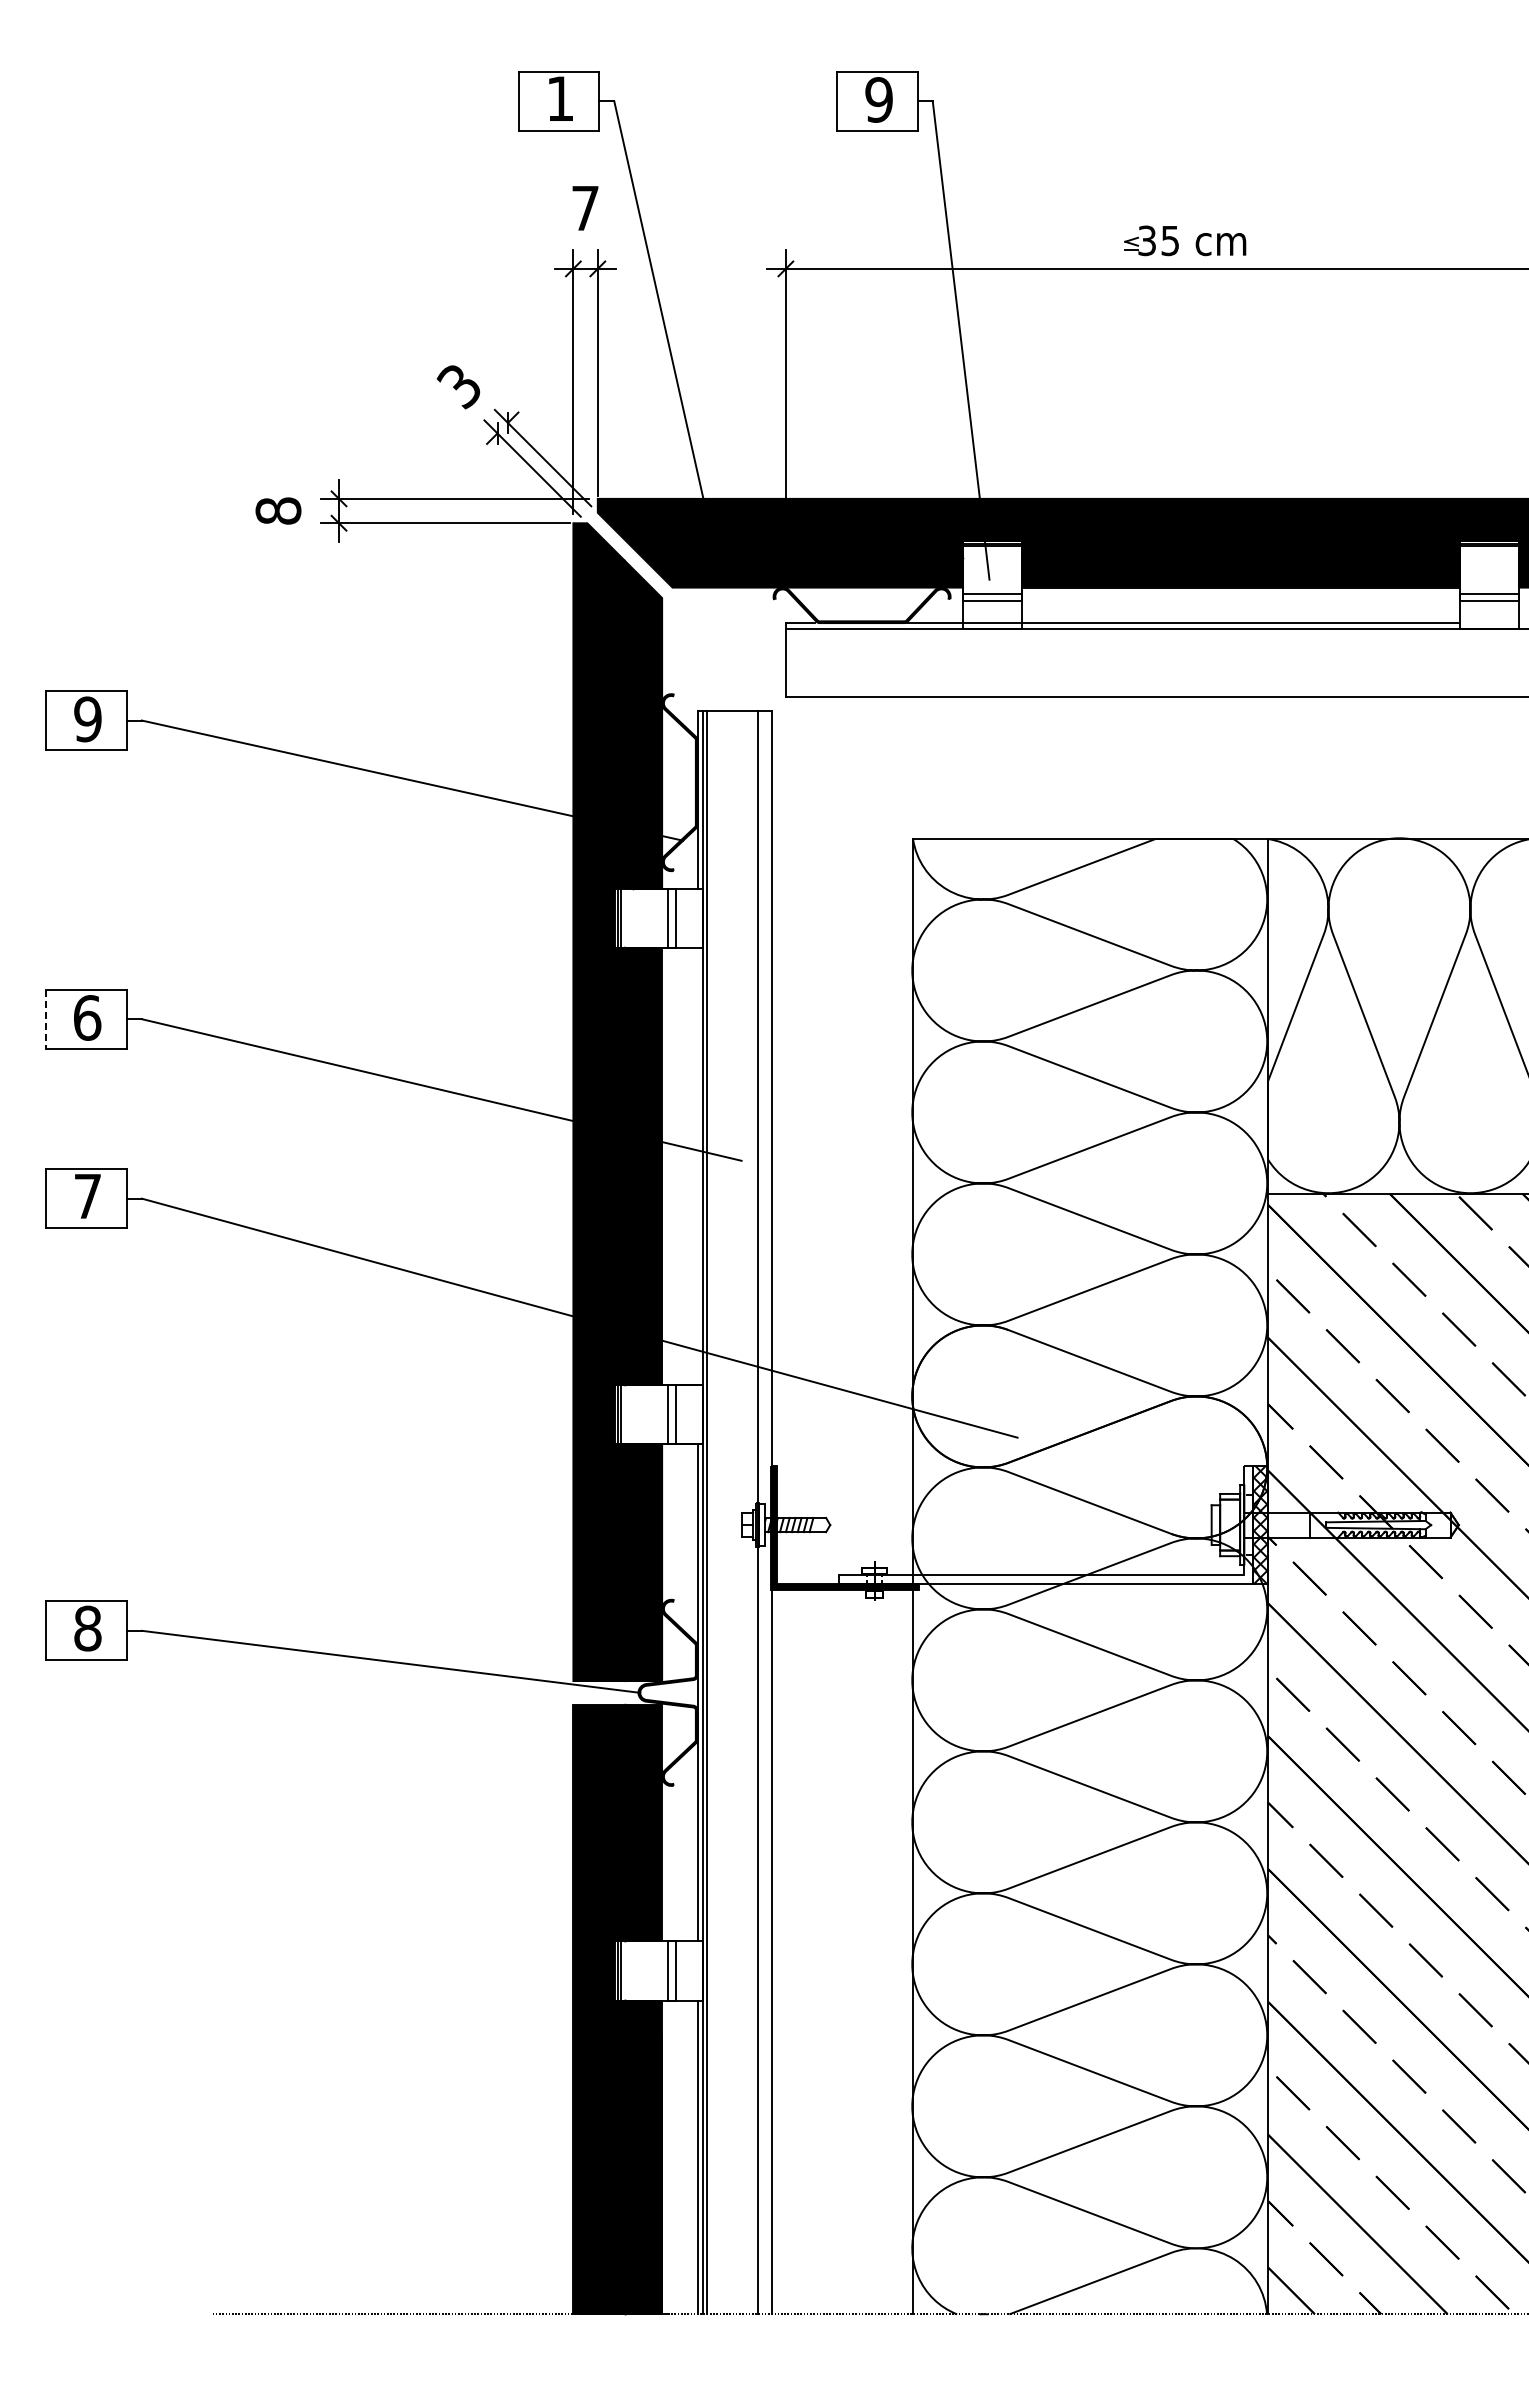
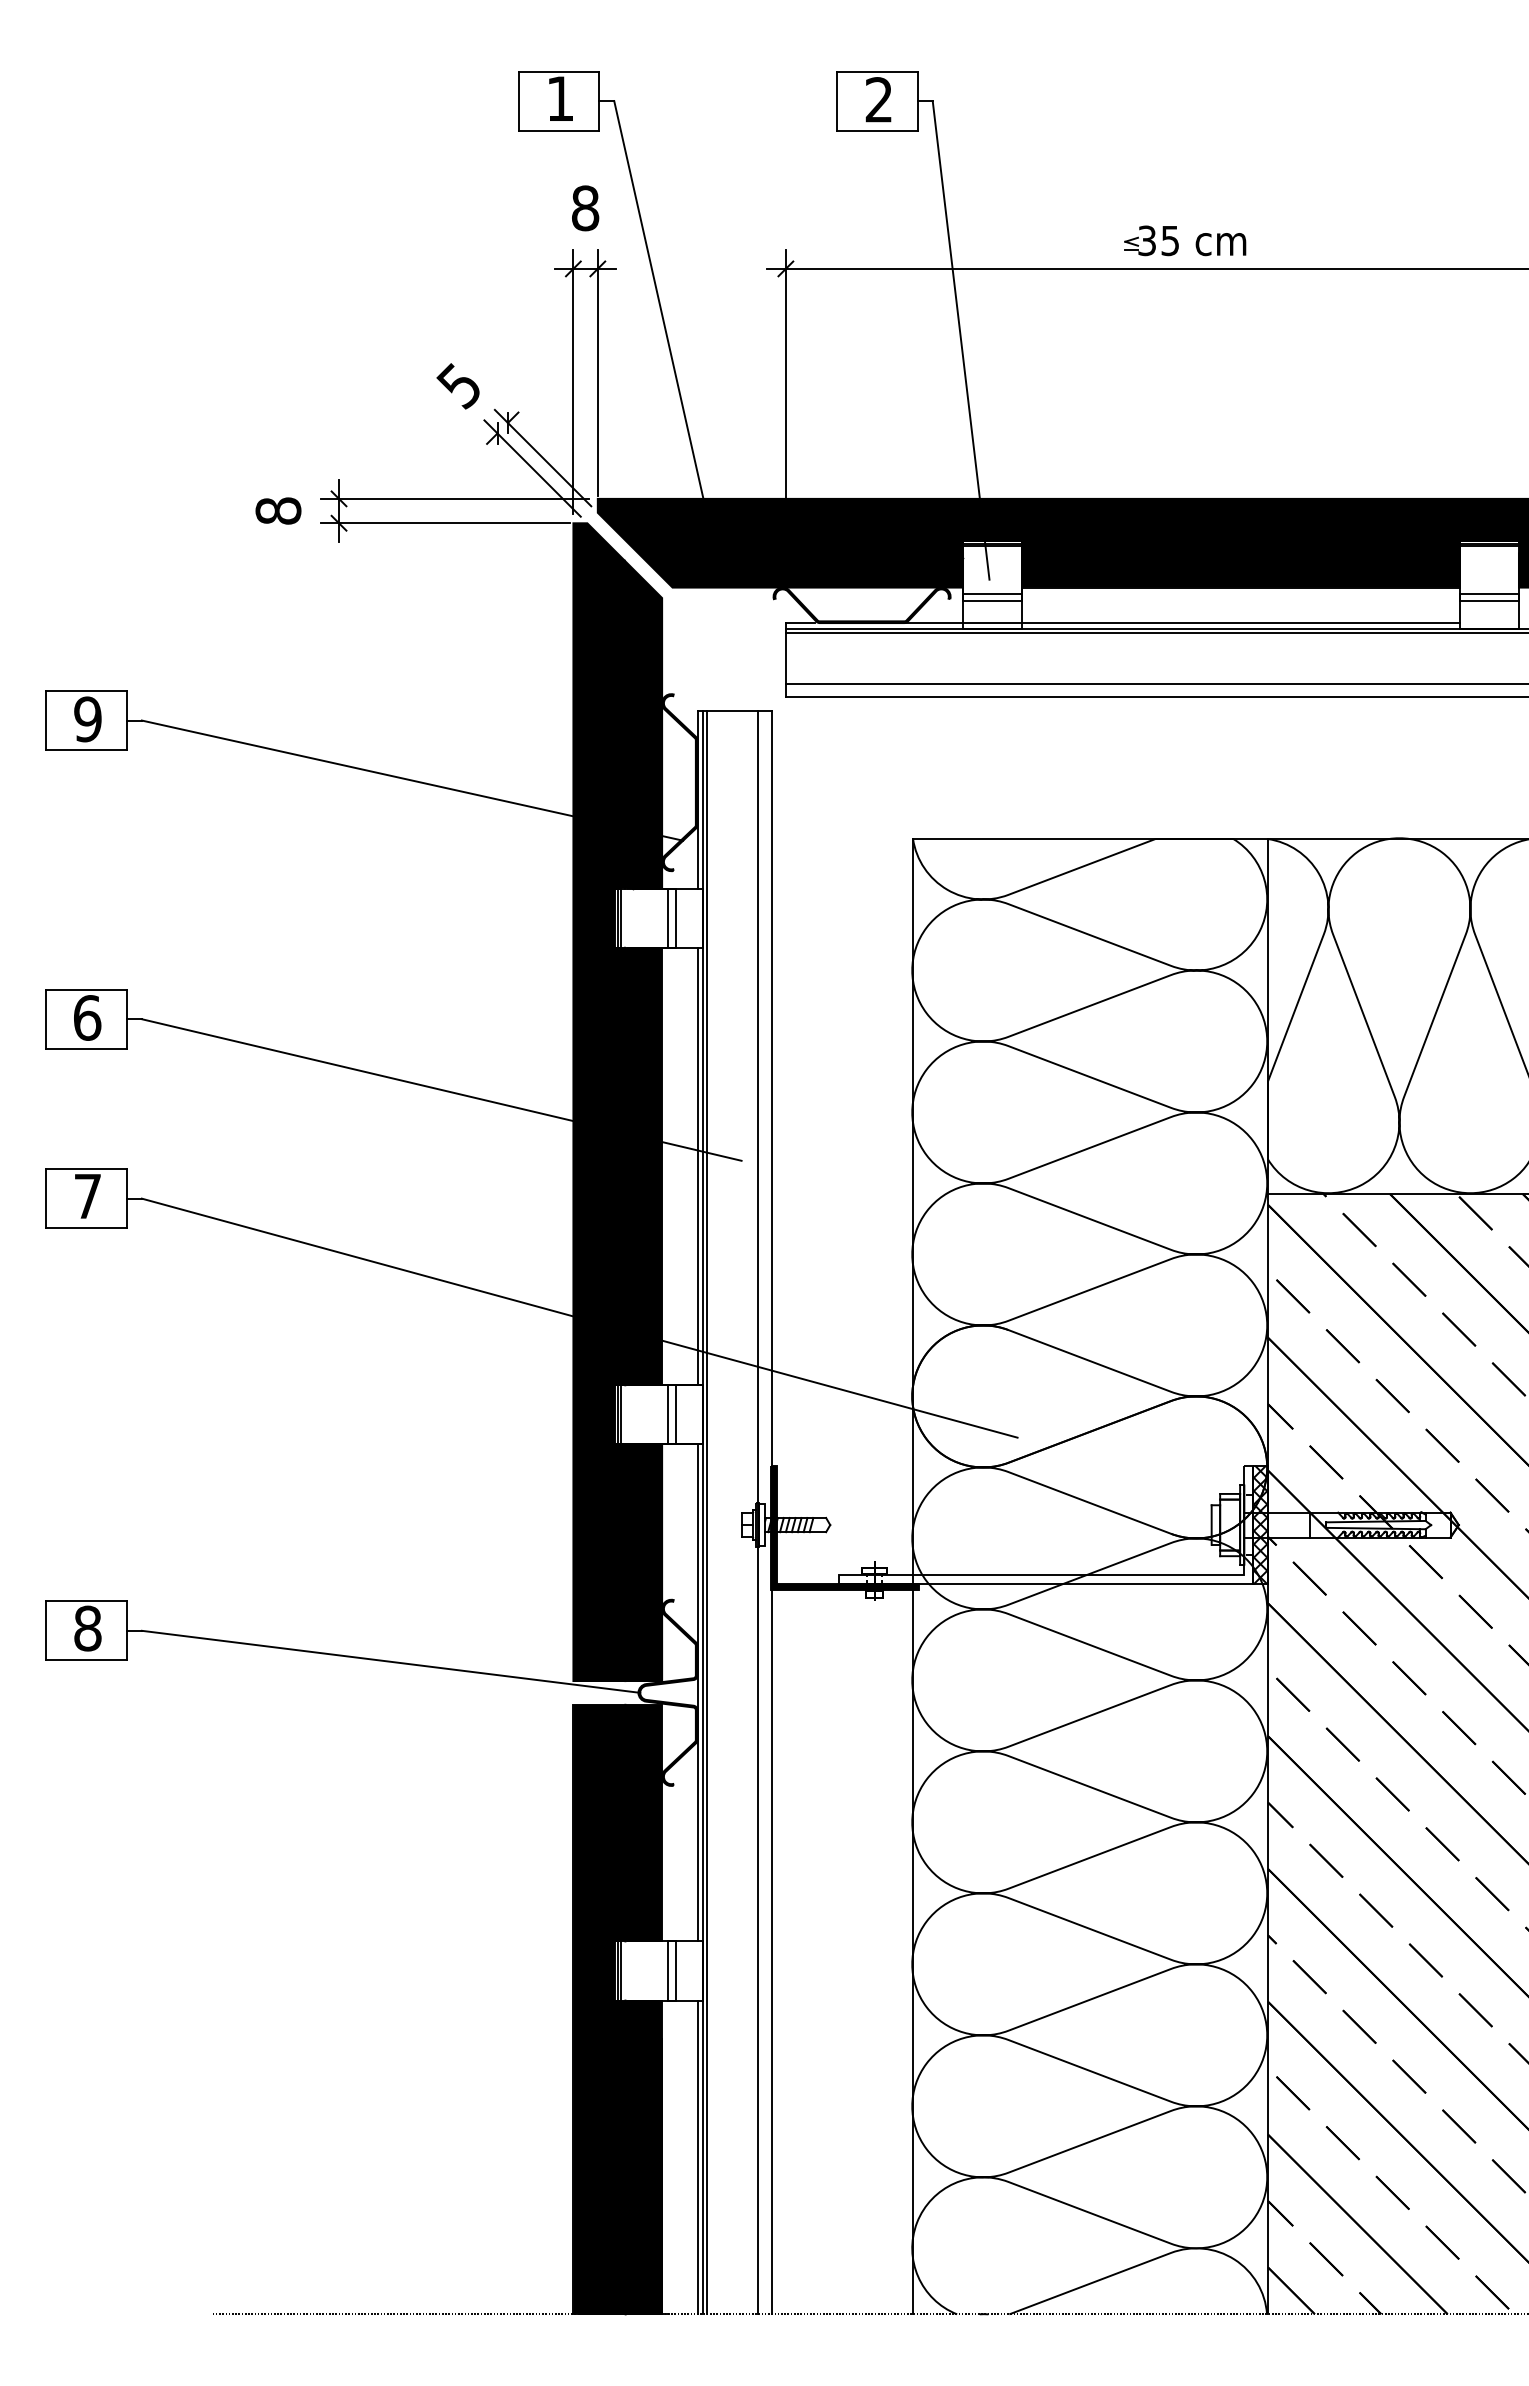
text at (878, 99): 9 -> 2
text at (585, 208): 7 -> 8
text at (458, 386): 3 -> 5
line at (1155, 632): none -> present
line at (1155, 683): none -> present
line at (45, 1019): dashed -> solid
line at (697, 1166): none -> present
